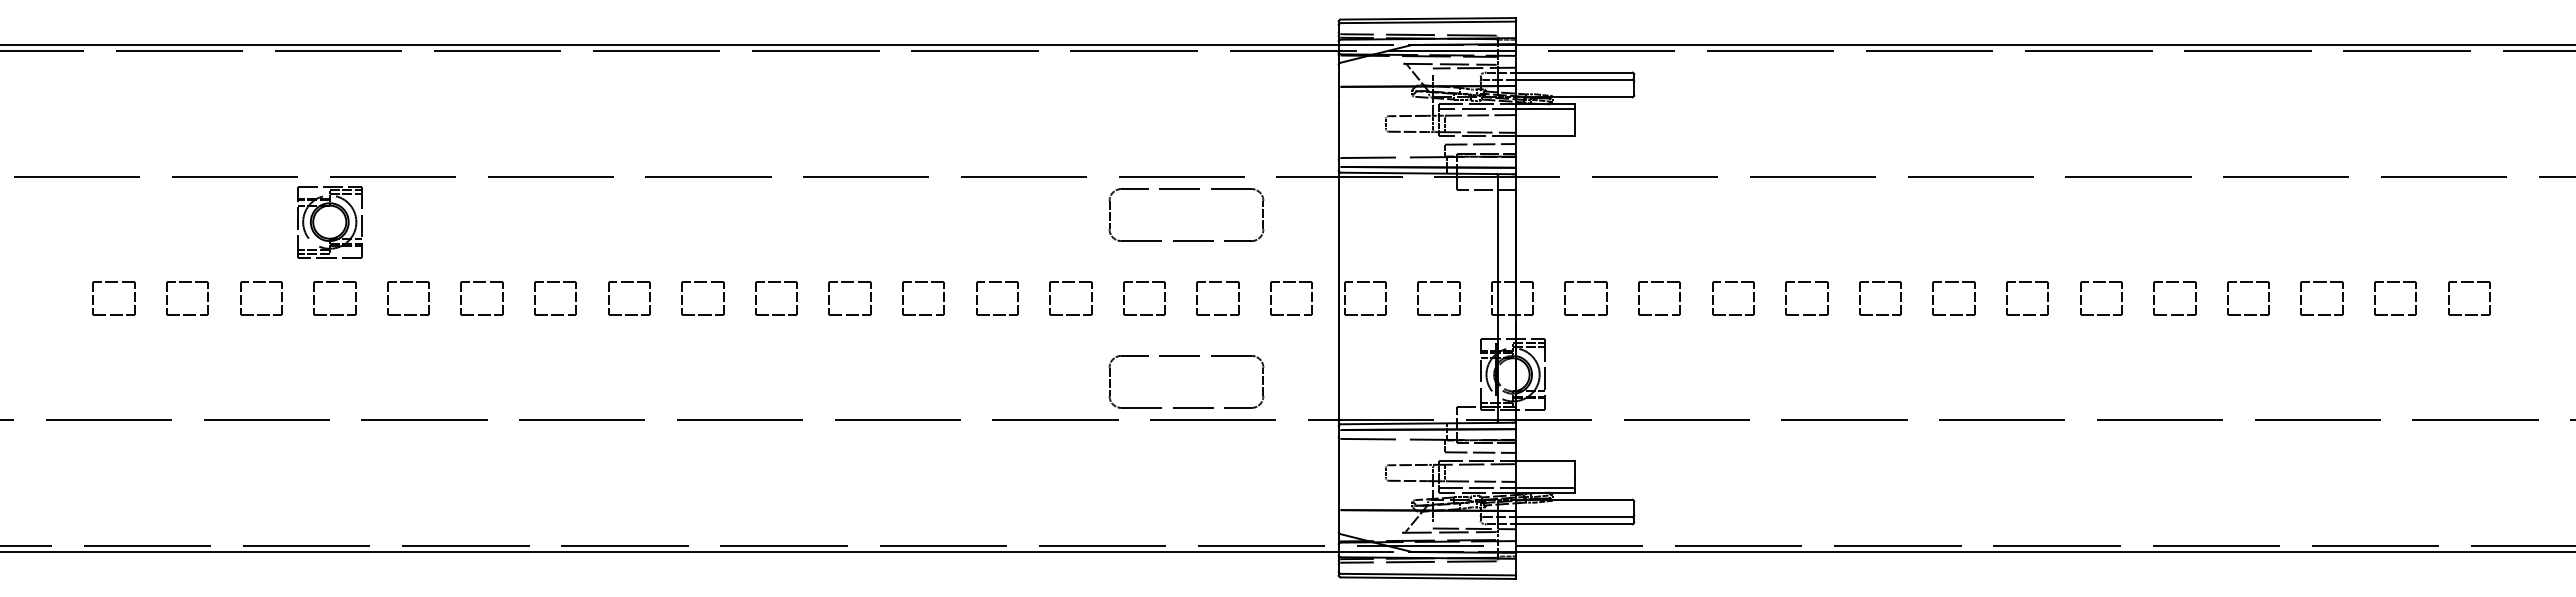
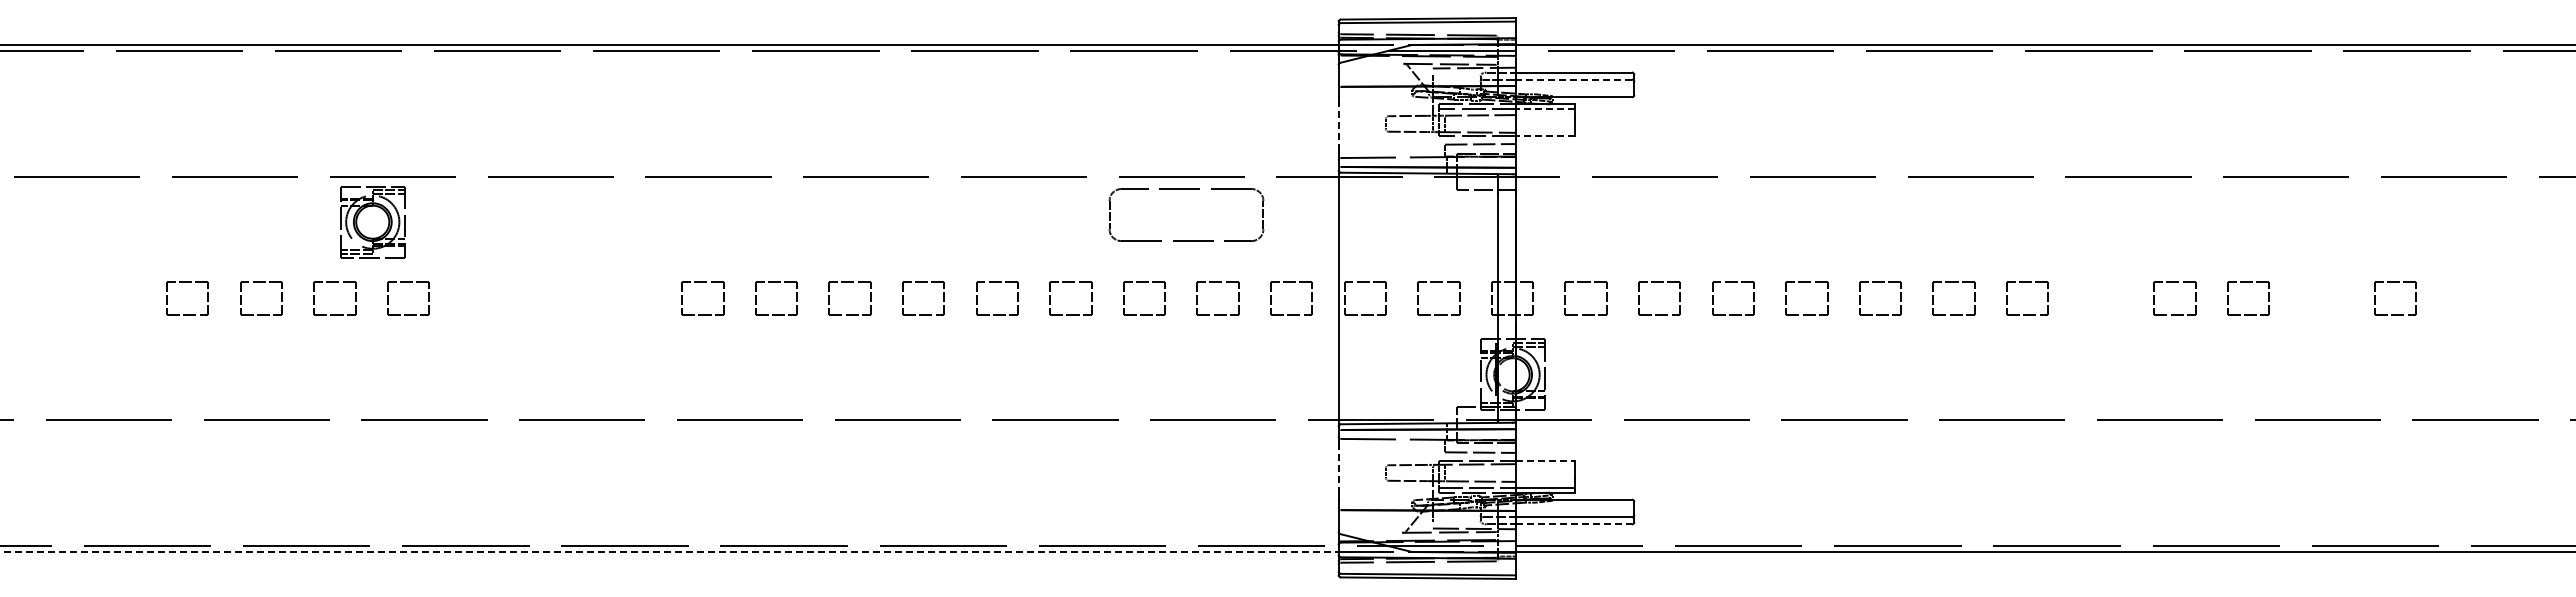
line at (1574, 79): solid -> dashed
line at (1545, 109): solid -> dashed
line at (1338, 126): solid -> dashed
line at (1545, 135): solid -> dashed
part at (329, 222) position: (329, 222) -> (372, 222)
part at (113, 282): present -> none
part at (481, 282): present -> none
part at (555, 282): present -> none
part at (629, 282): present -> none
part at (2101, 282): present -> none
part at (2321, 282): present -> none
part at (2469, 282): present -> none
part at (1186, 356): present -> none
line at (1545, 461): solid -> dashed
line at (1338, 469): solid -> dashed
line at (1574, 524): solid -> dashed
line at (669, 551): solid -> dashed
